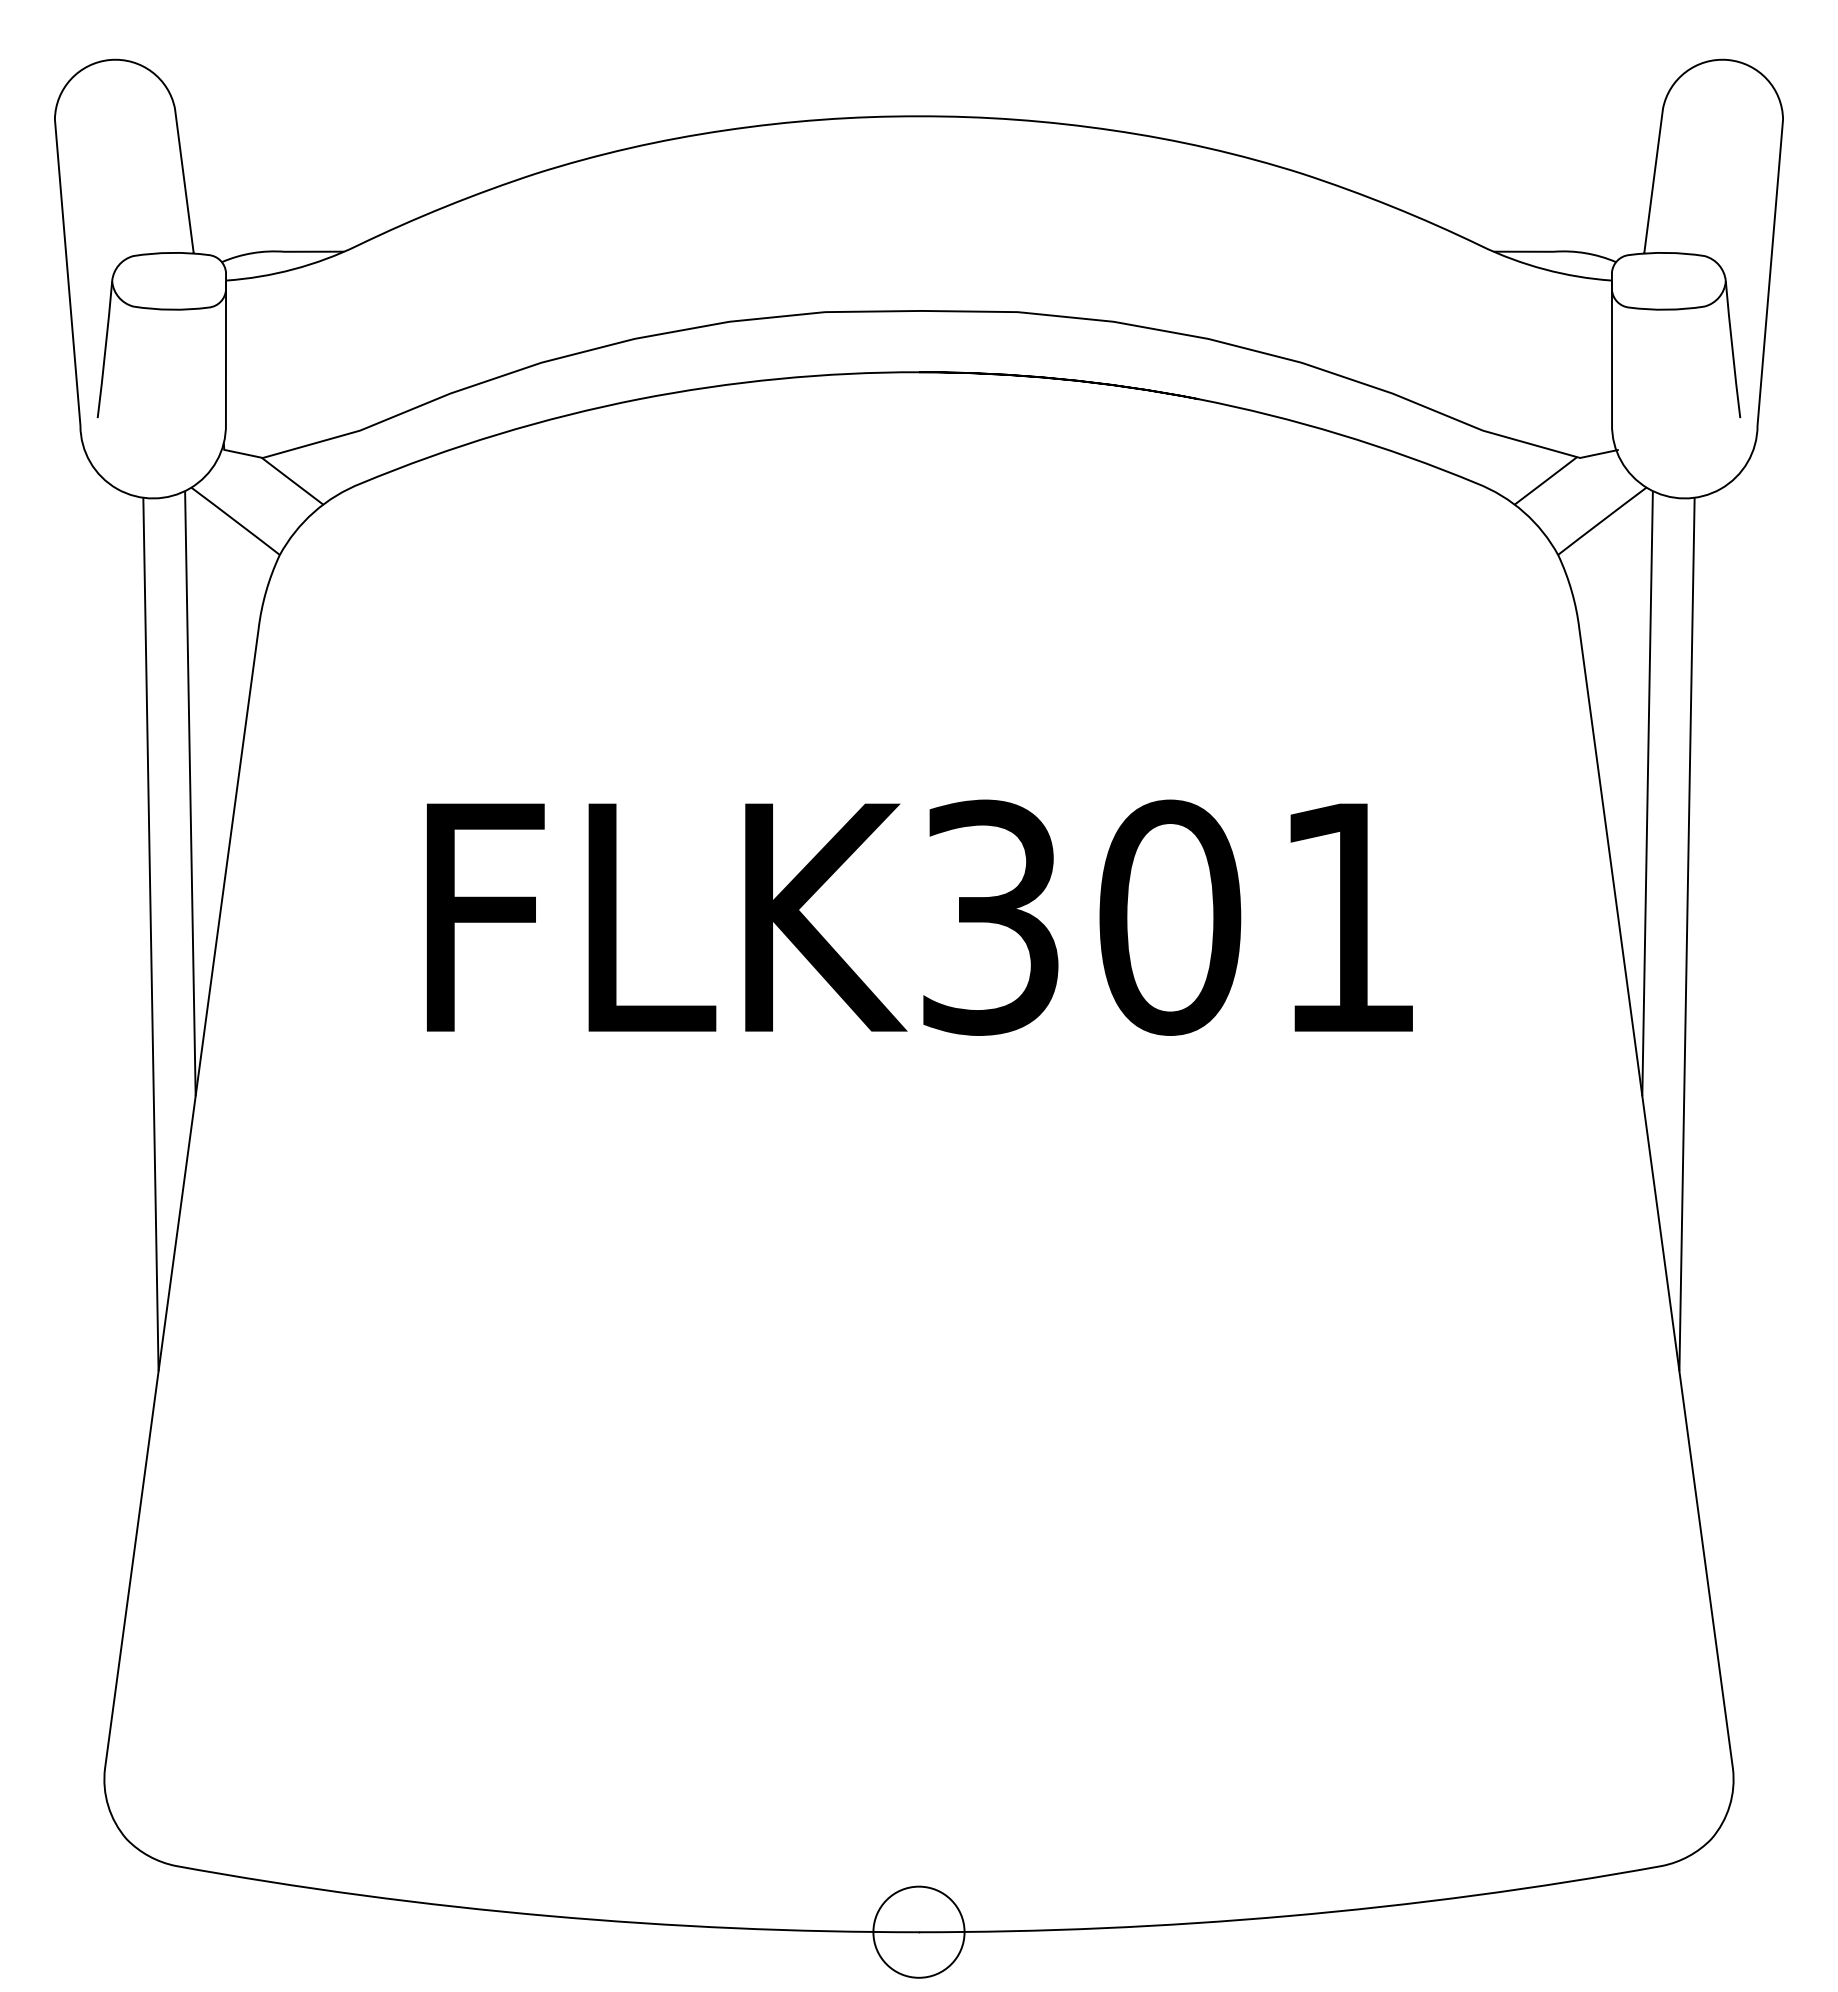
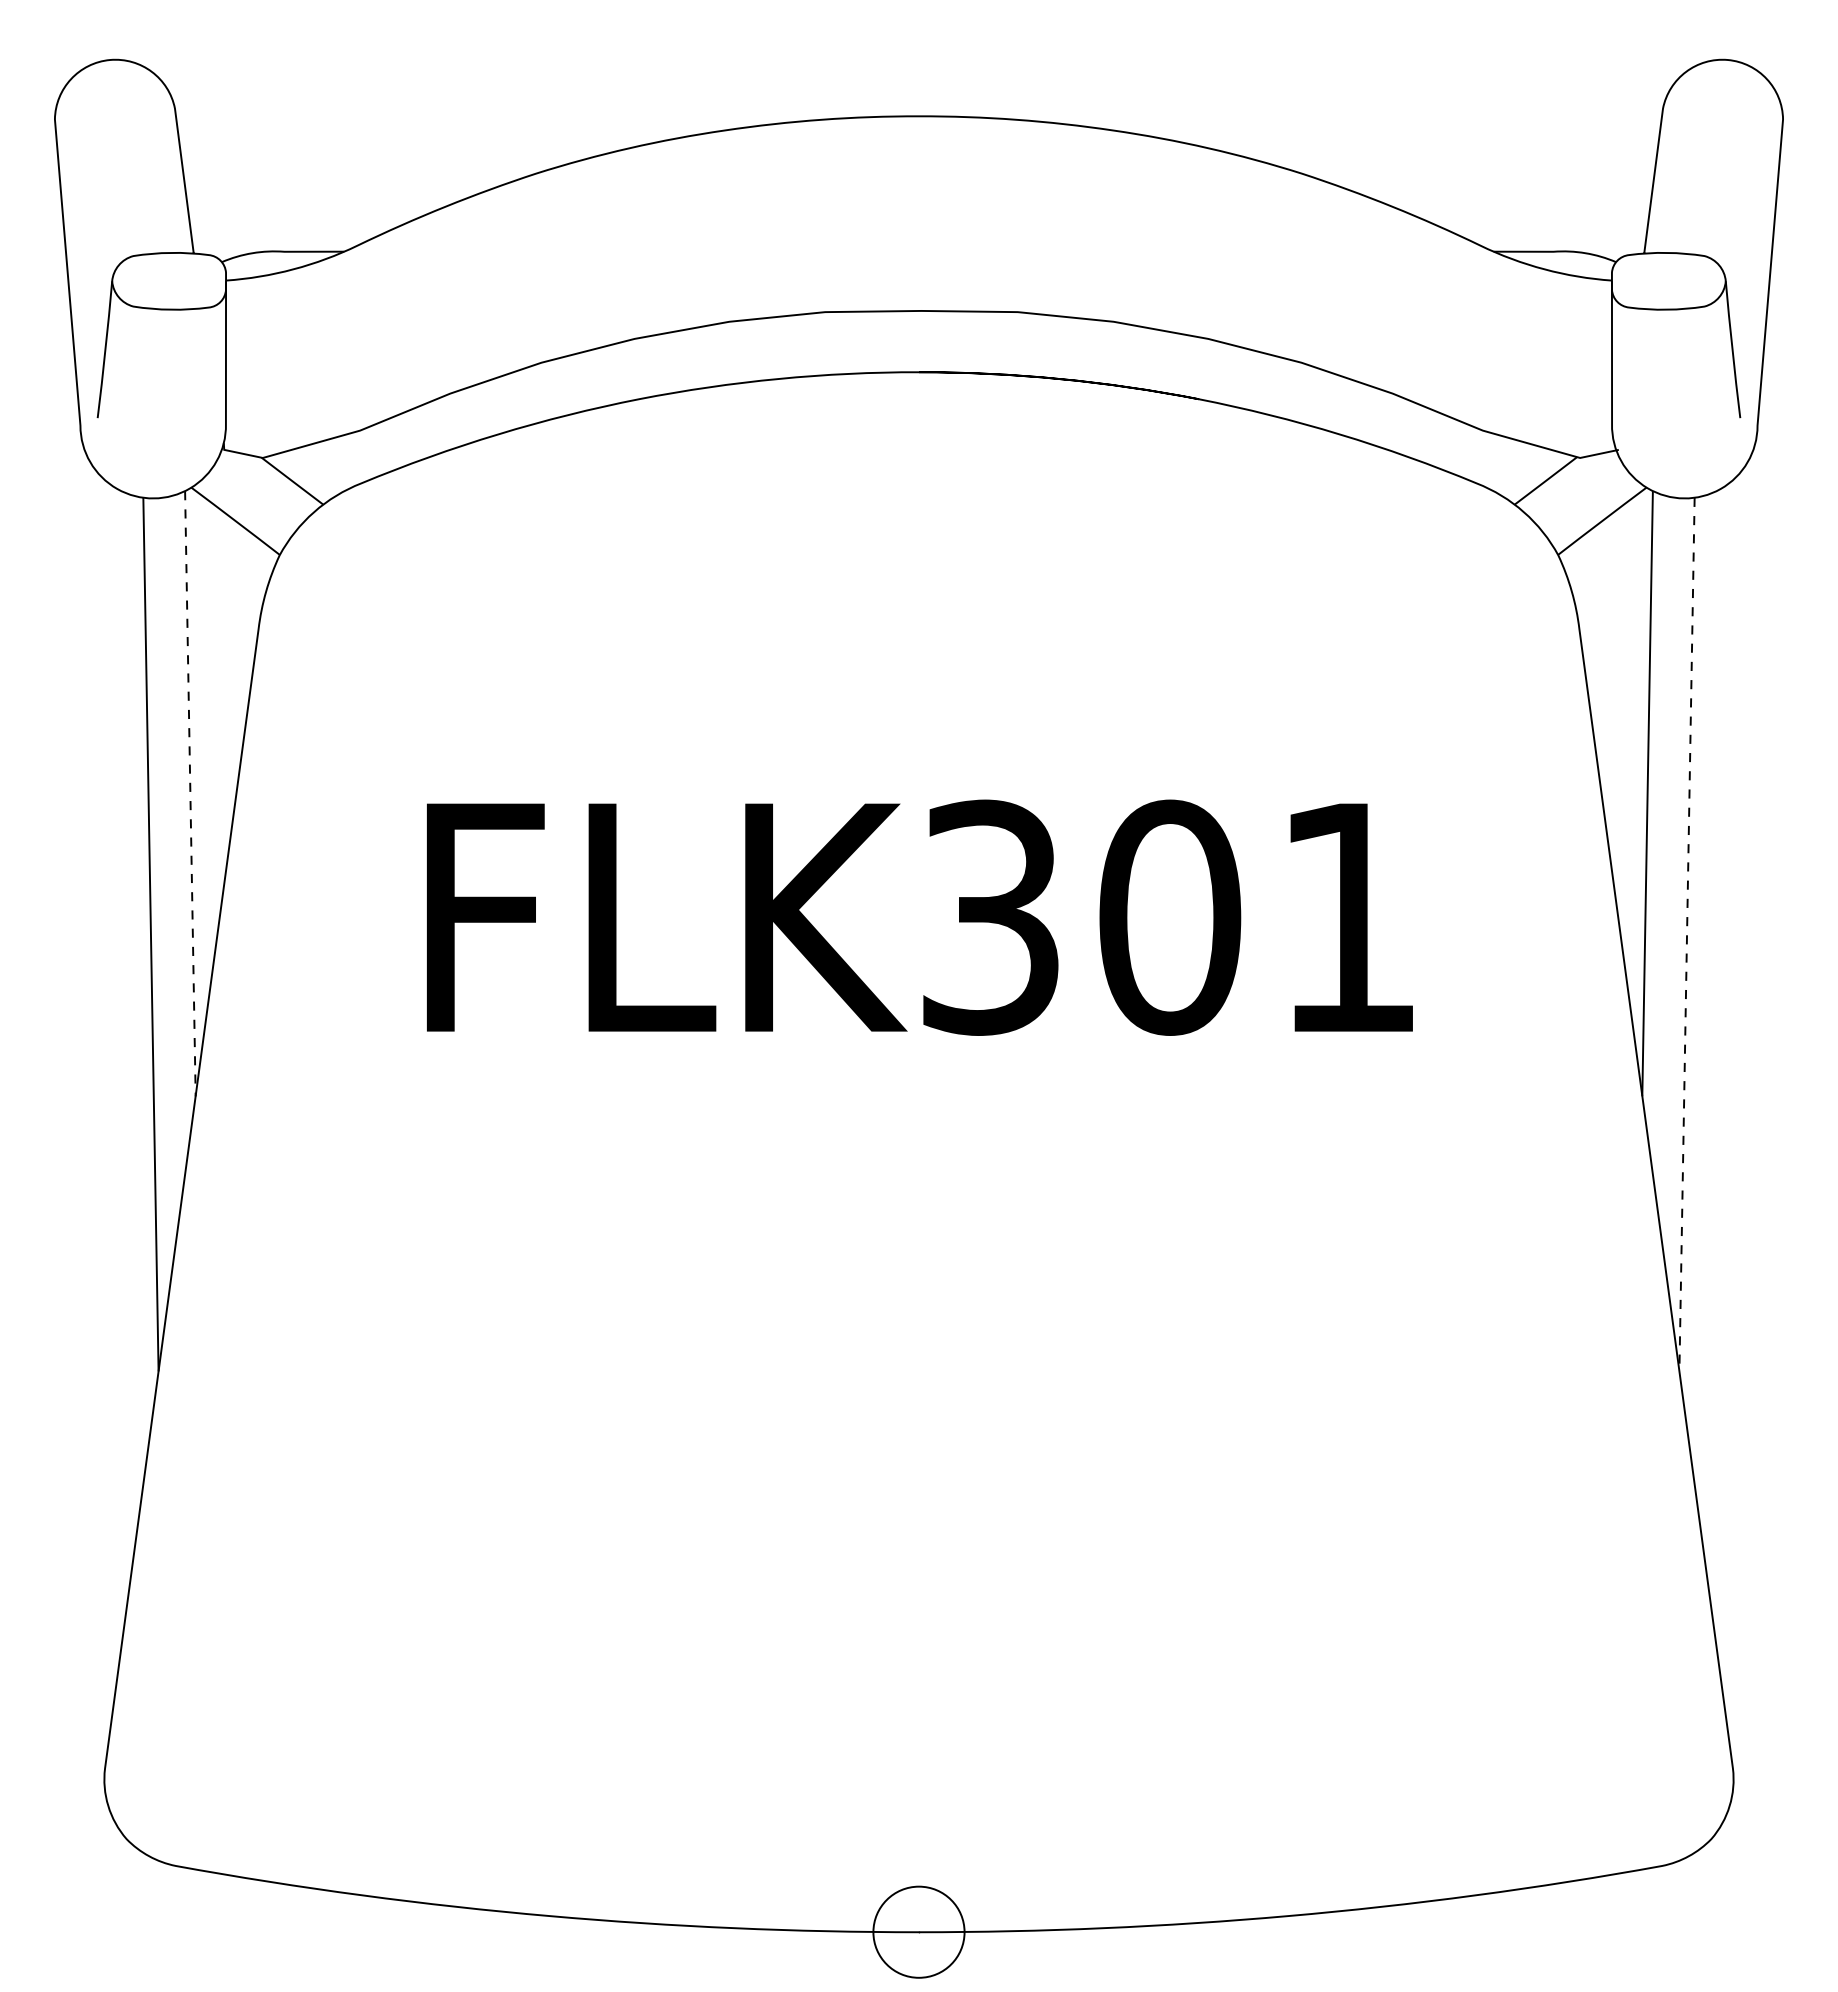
line at (190, 793): solid -> dashed
line at (1687, 934): solid -> dashed
